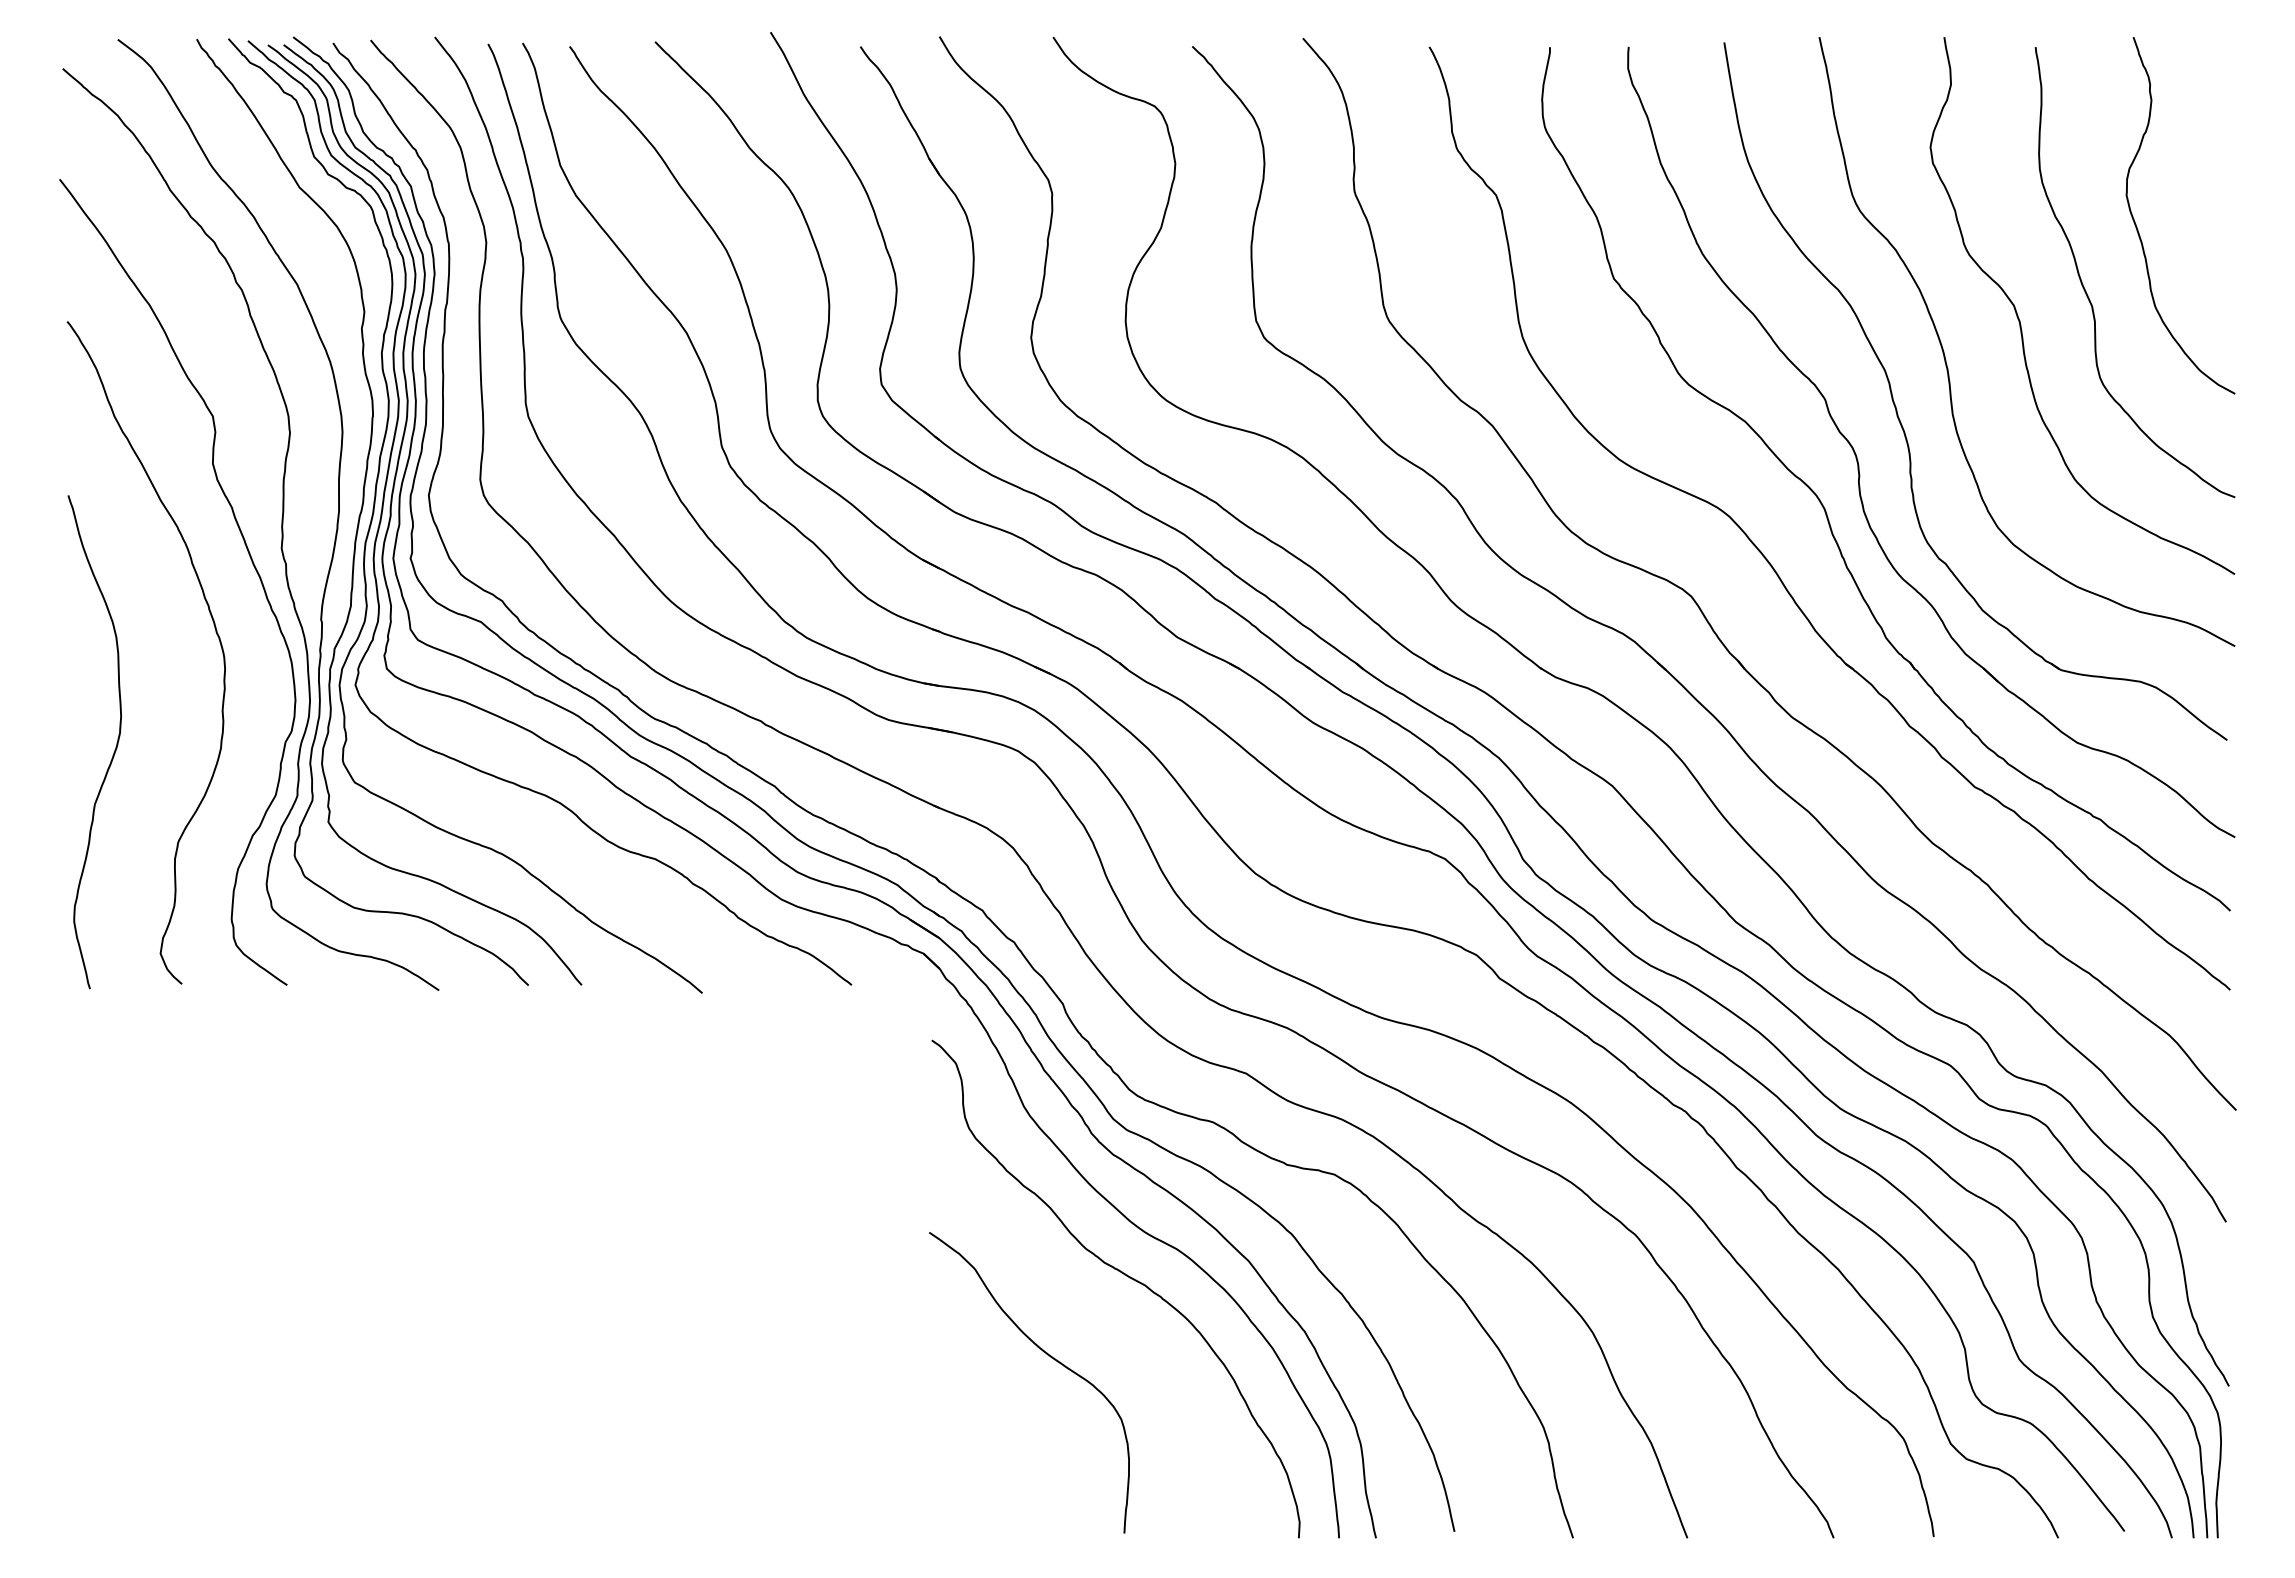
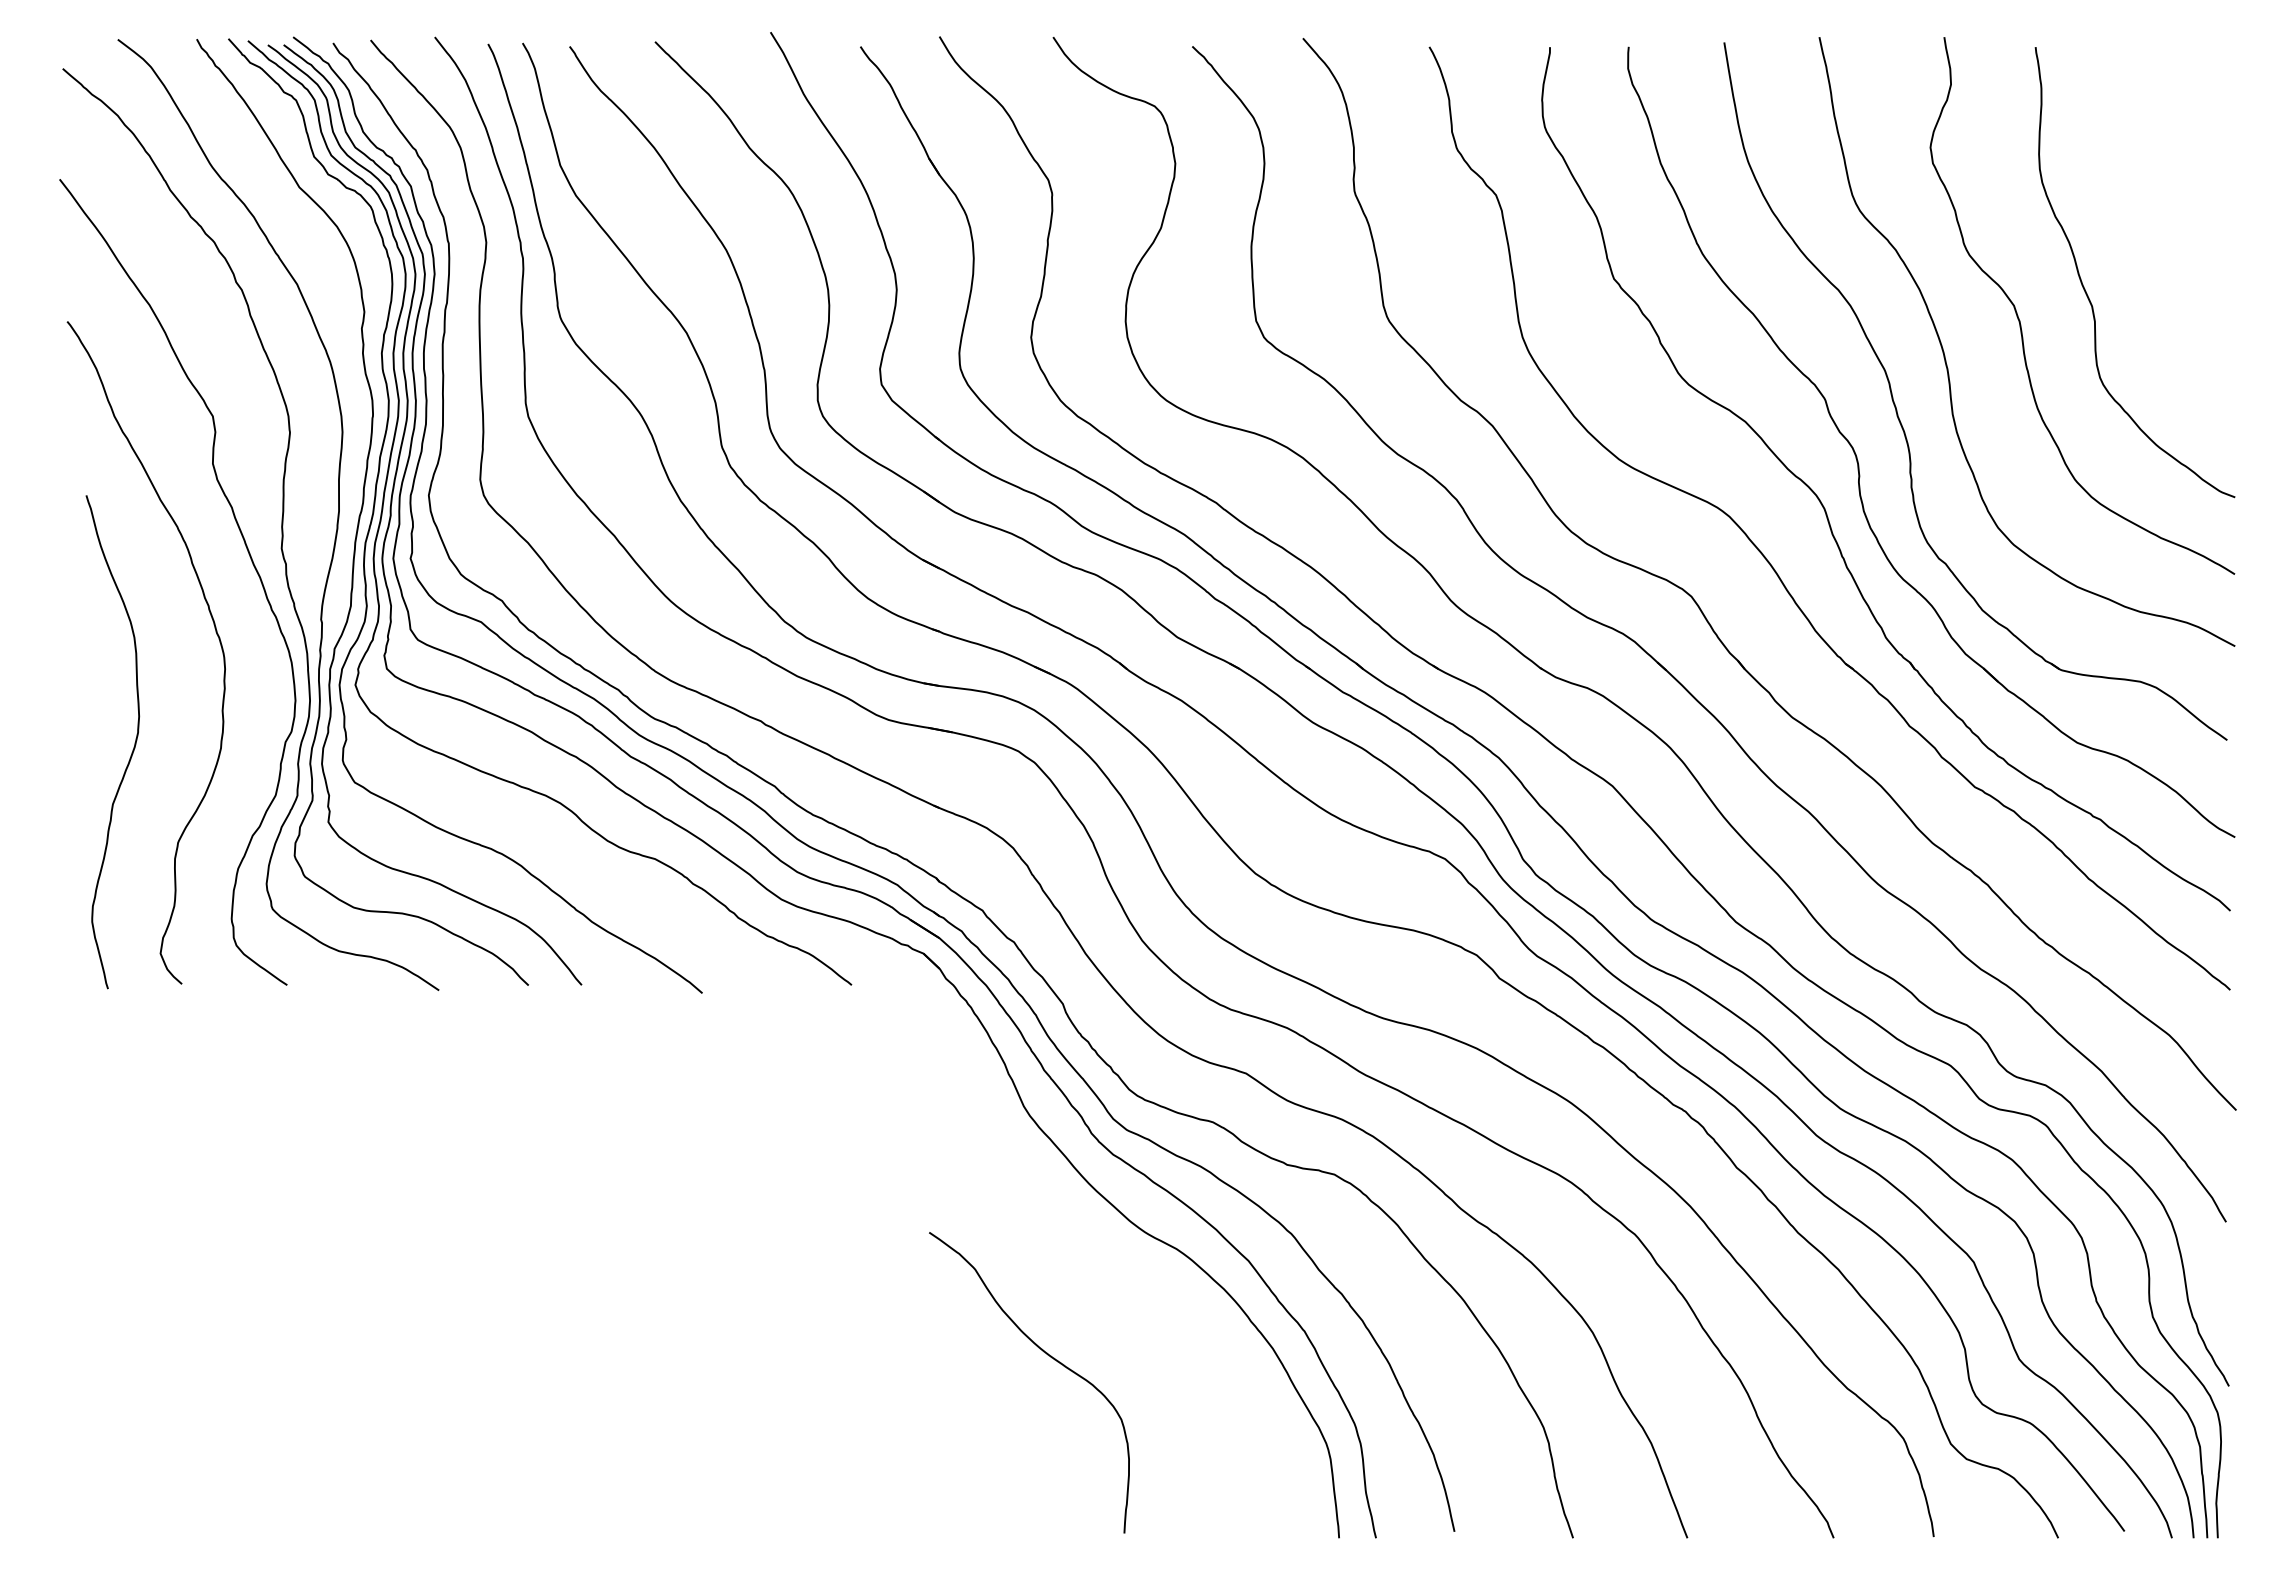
curve at (2138, 229): present -> none
curve at (114, 749) position: (114, 749) -> (132, 749)
curve at (1124, 1275): present -> none
